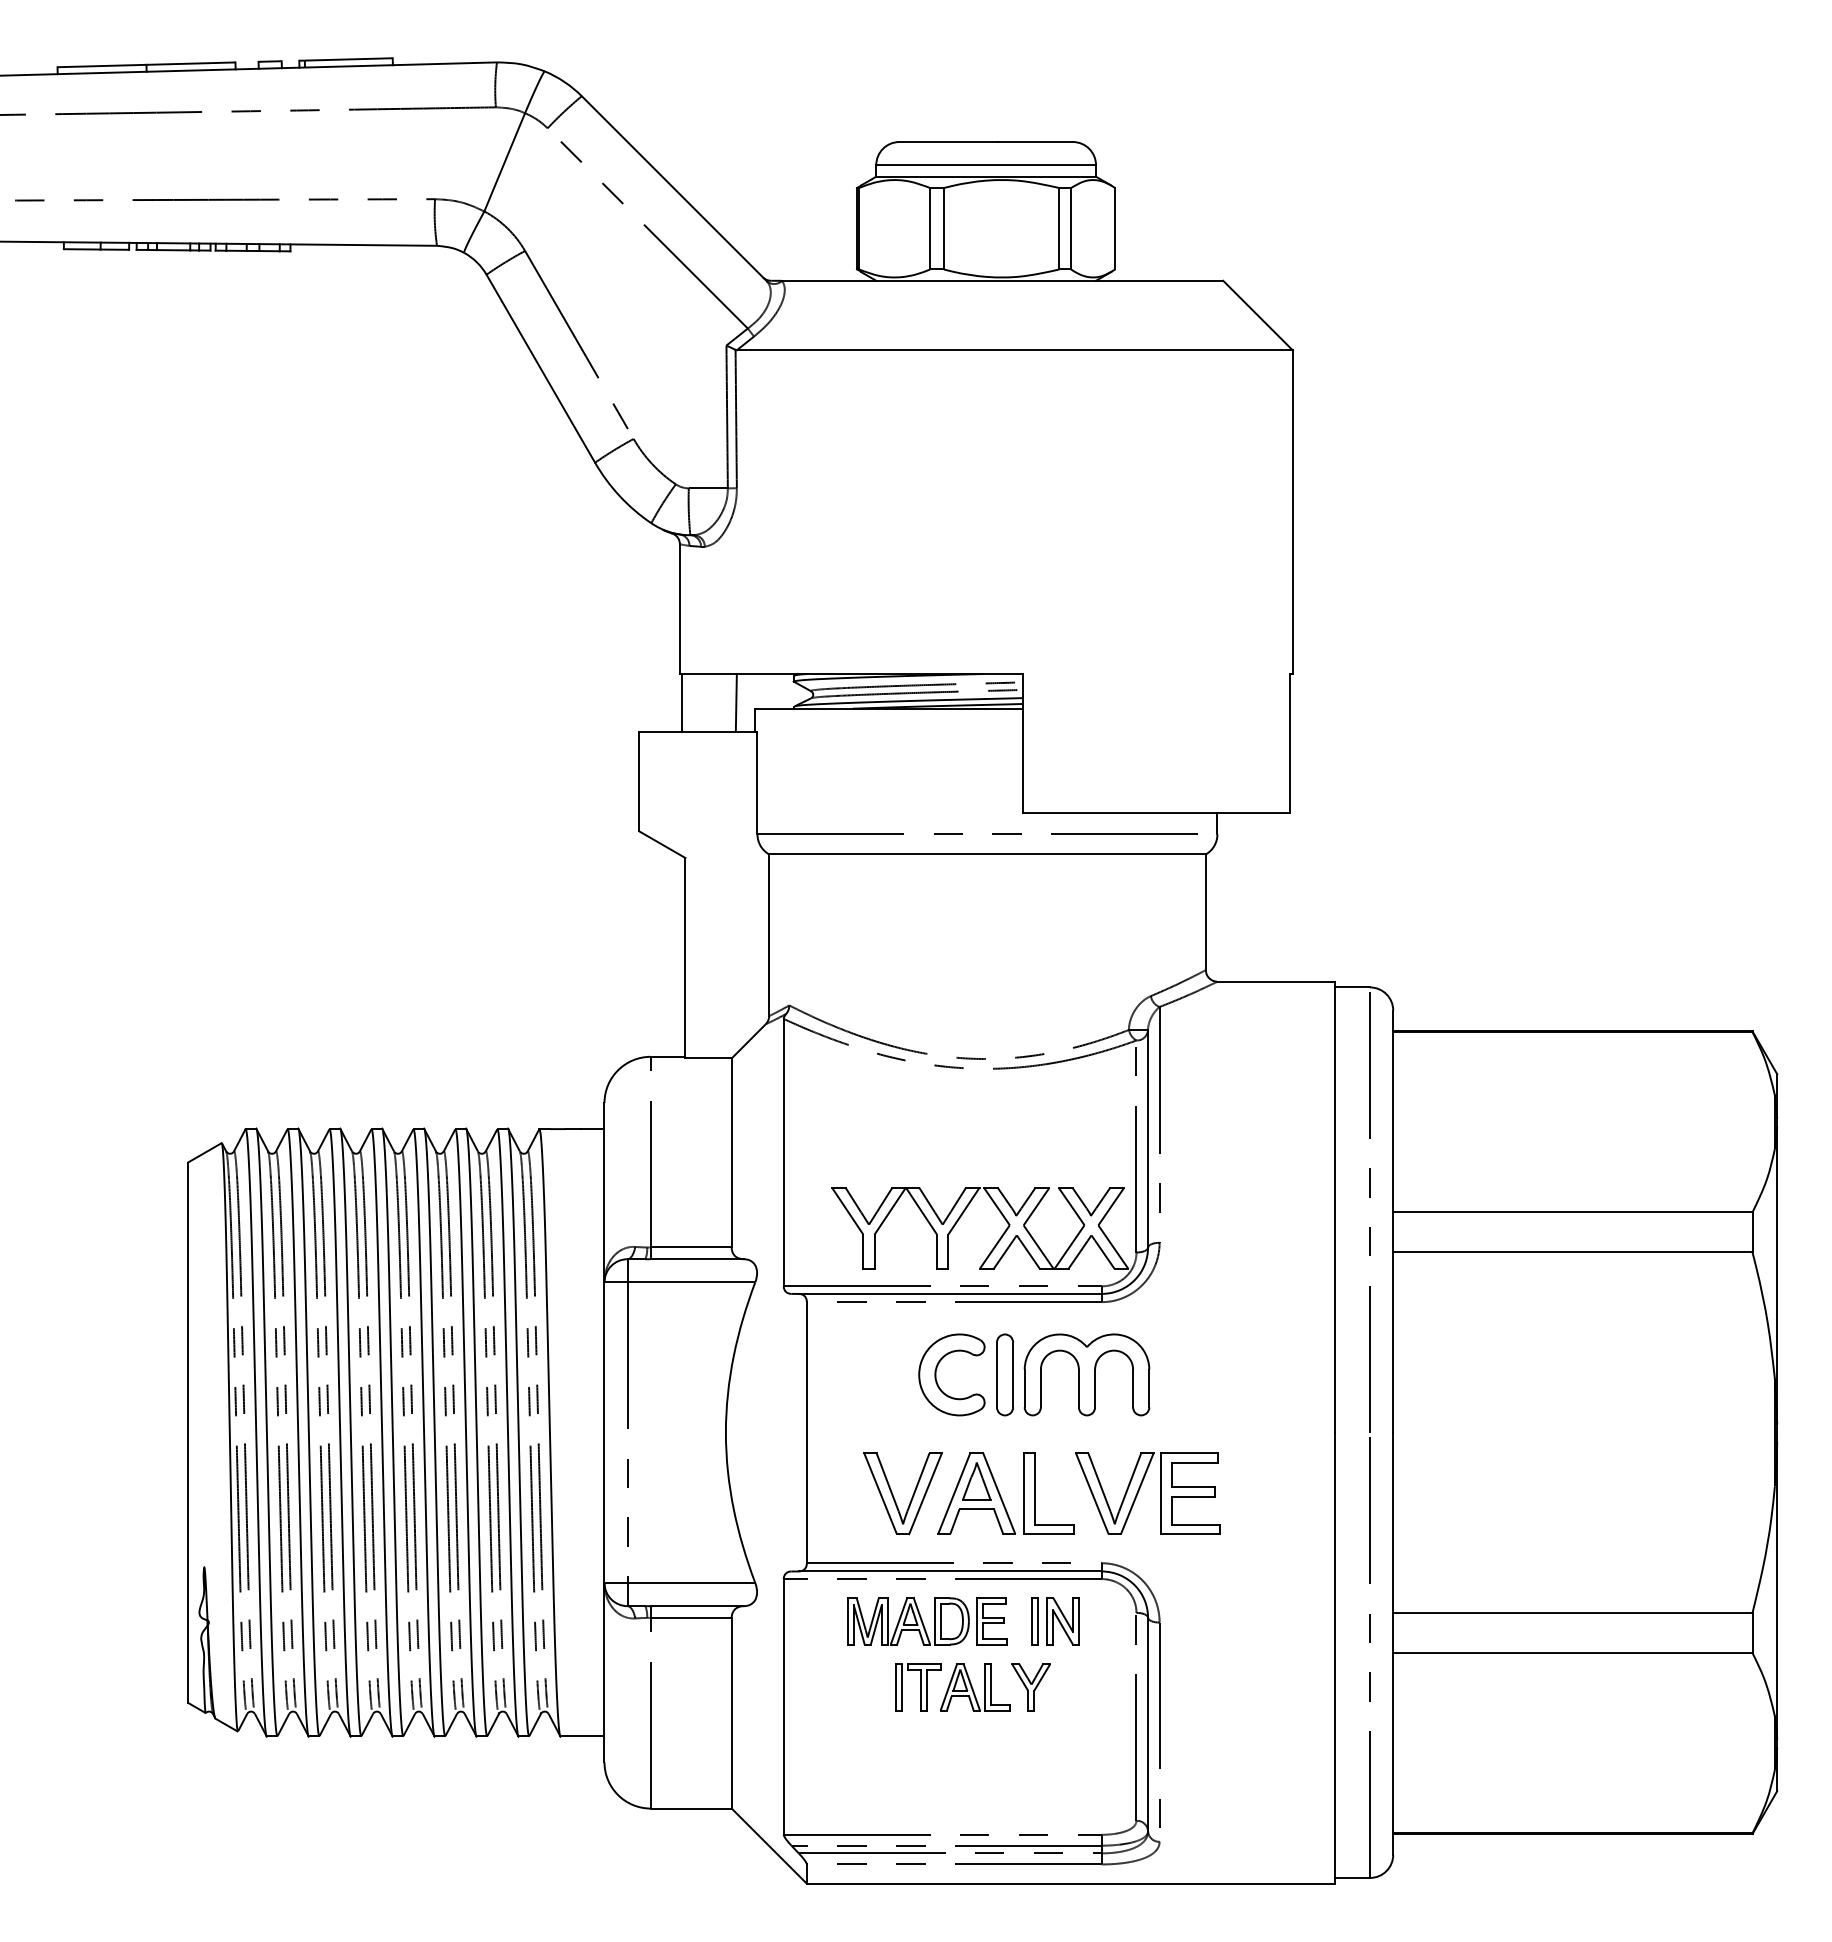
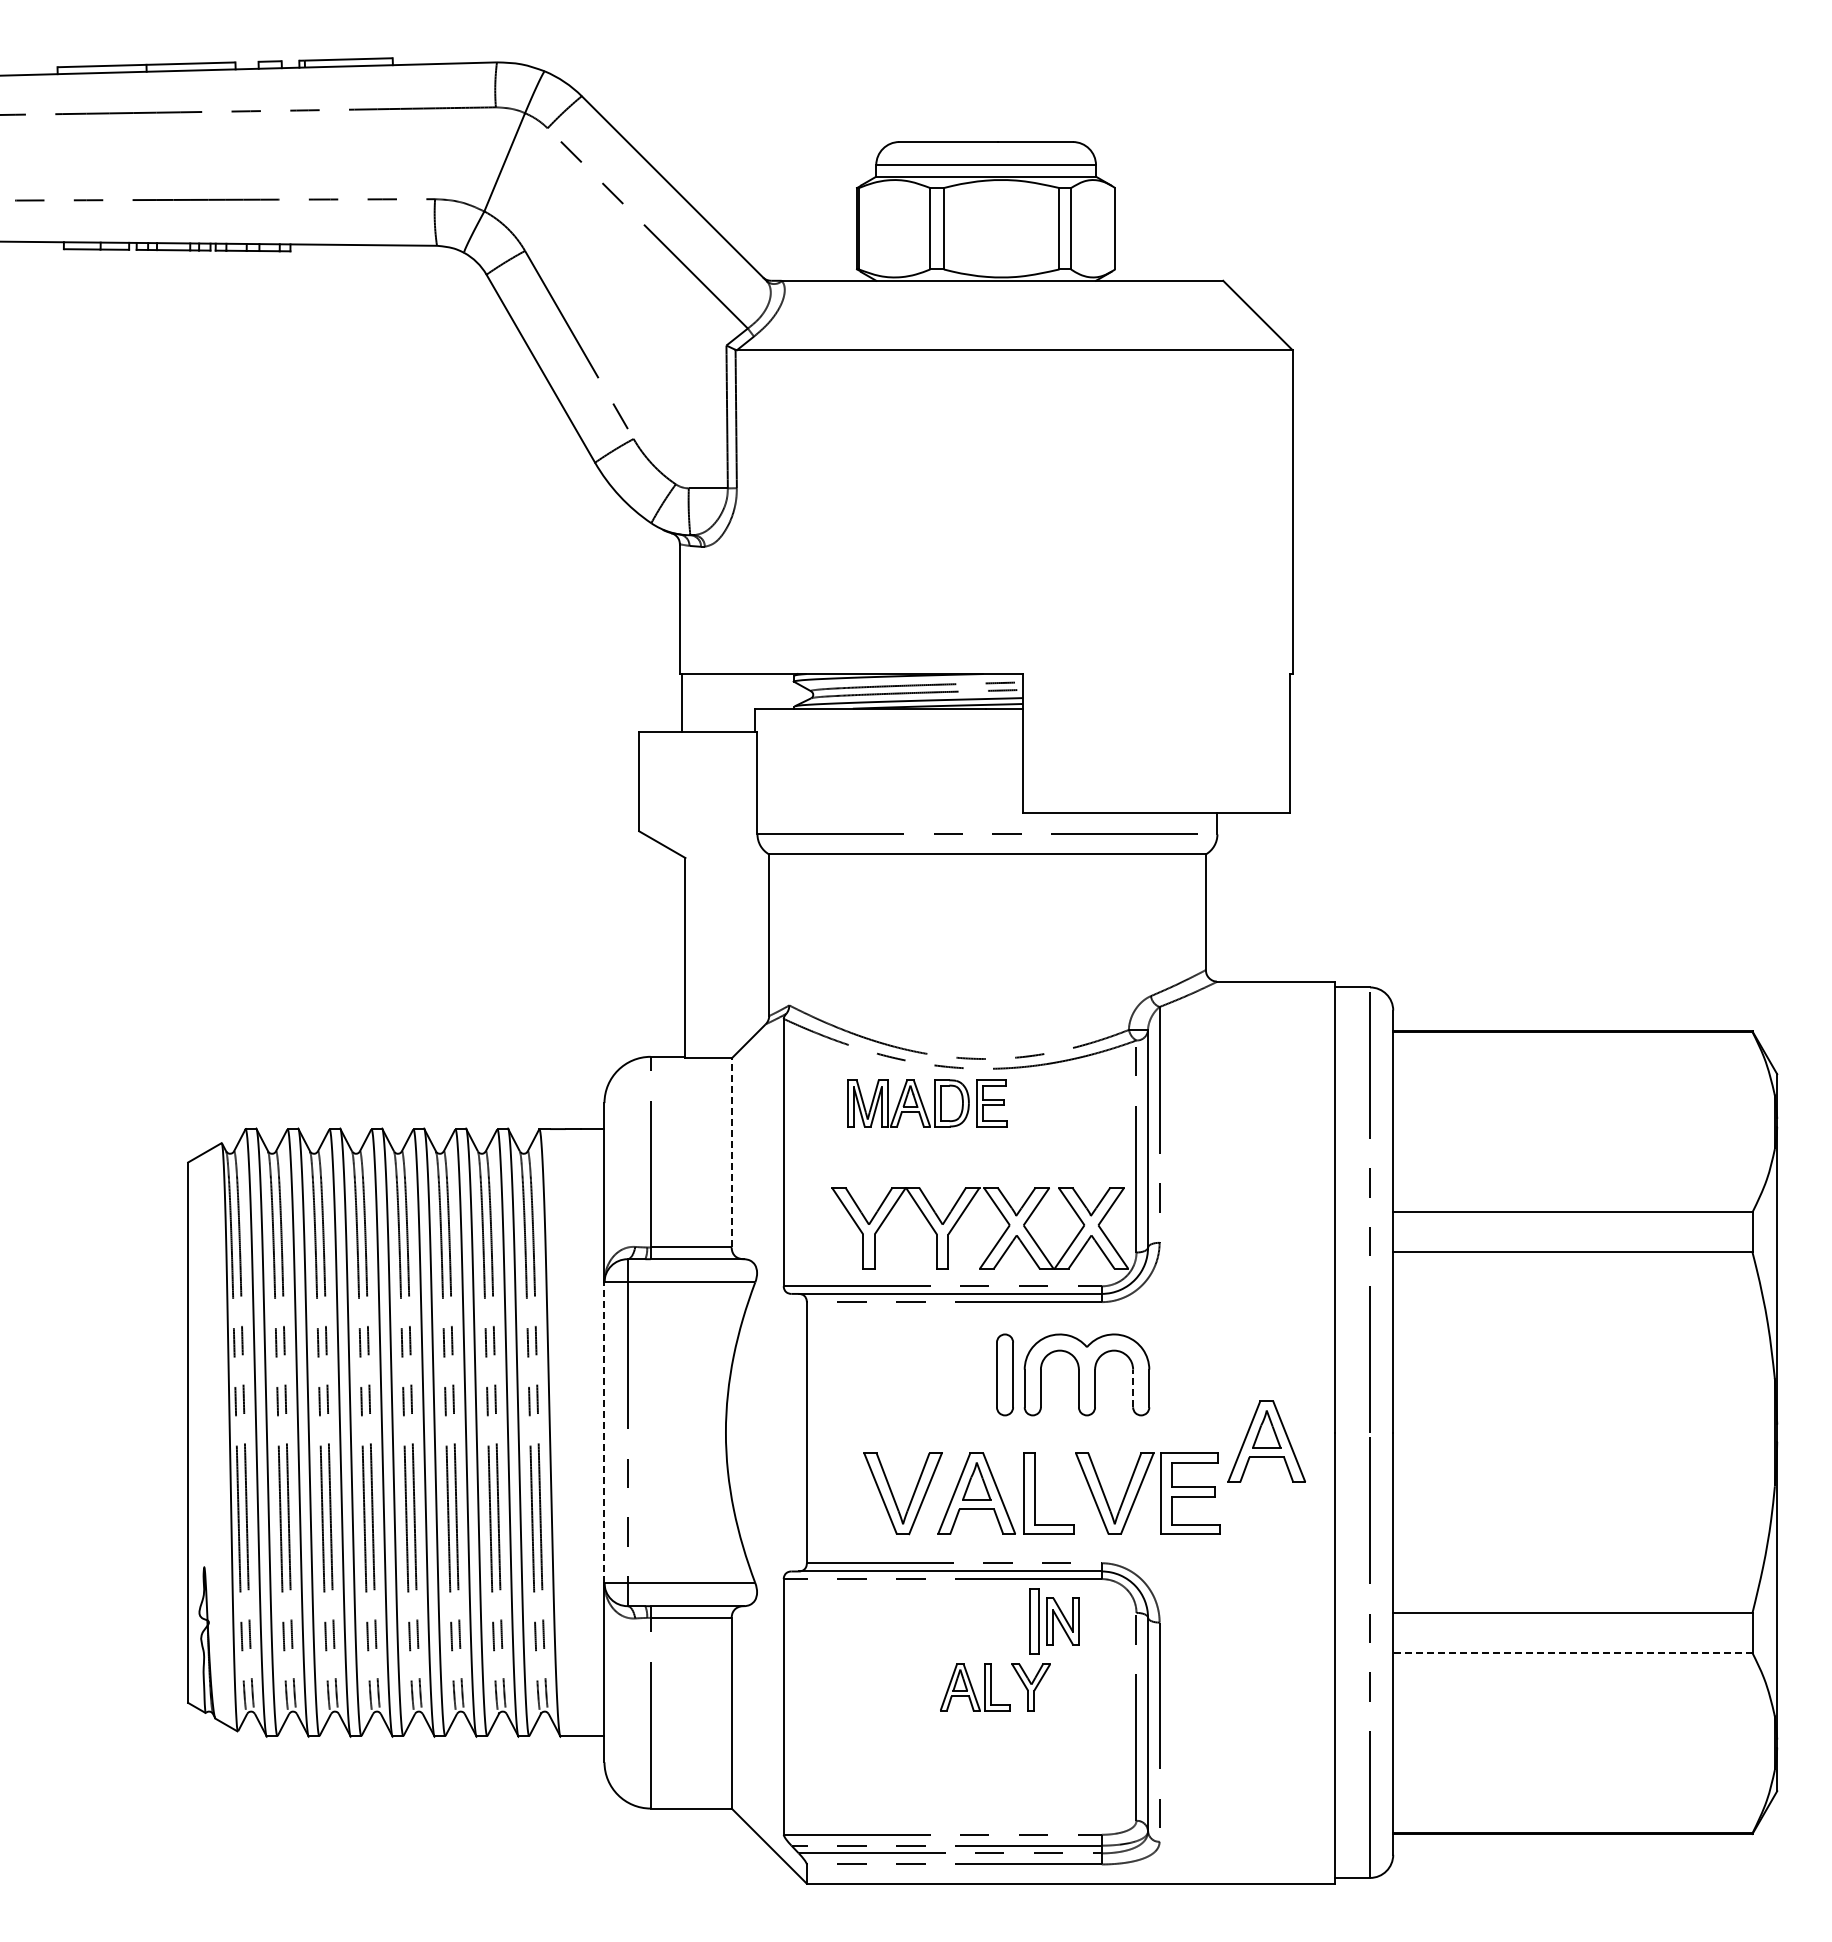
line at (735, 702): present -> none
line at (731, 1152): solid -> dashed
part at (936, 1374): present -> none
line at (1133, 1388): solid -> dashed
line at (604, 1432): solid -> dashed
part at (1266, 1441): none -> present
part at (927, 1621) position: (927, 1621) -> (927, 1103)
part at (1034, 1621) size: 8x49 px -> 11x67 px
line at (1572, 1653): solid -> dashed
part at (918, 1687): present -> none
